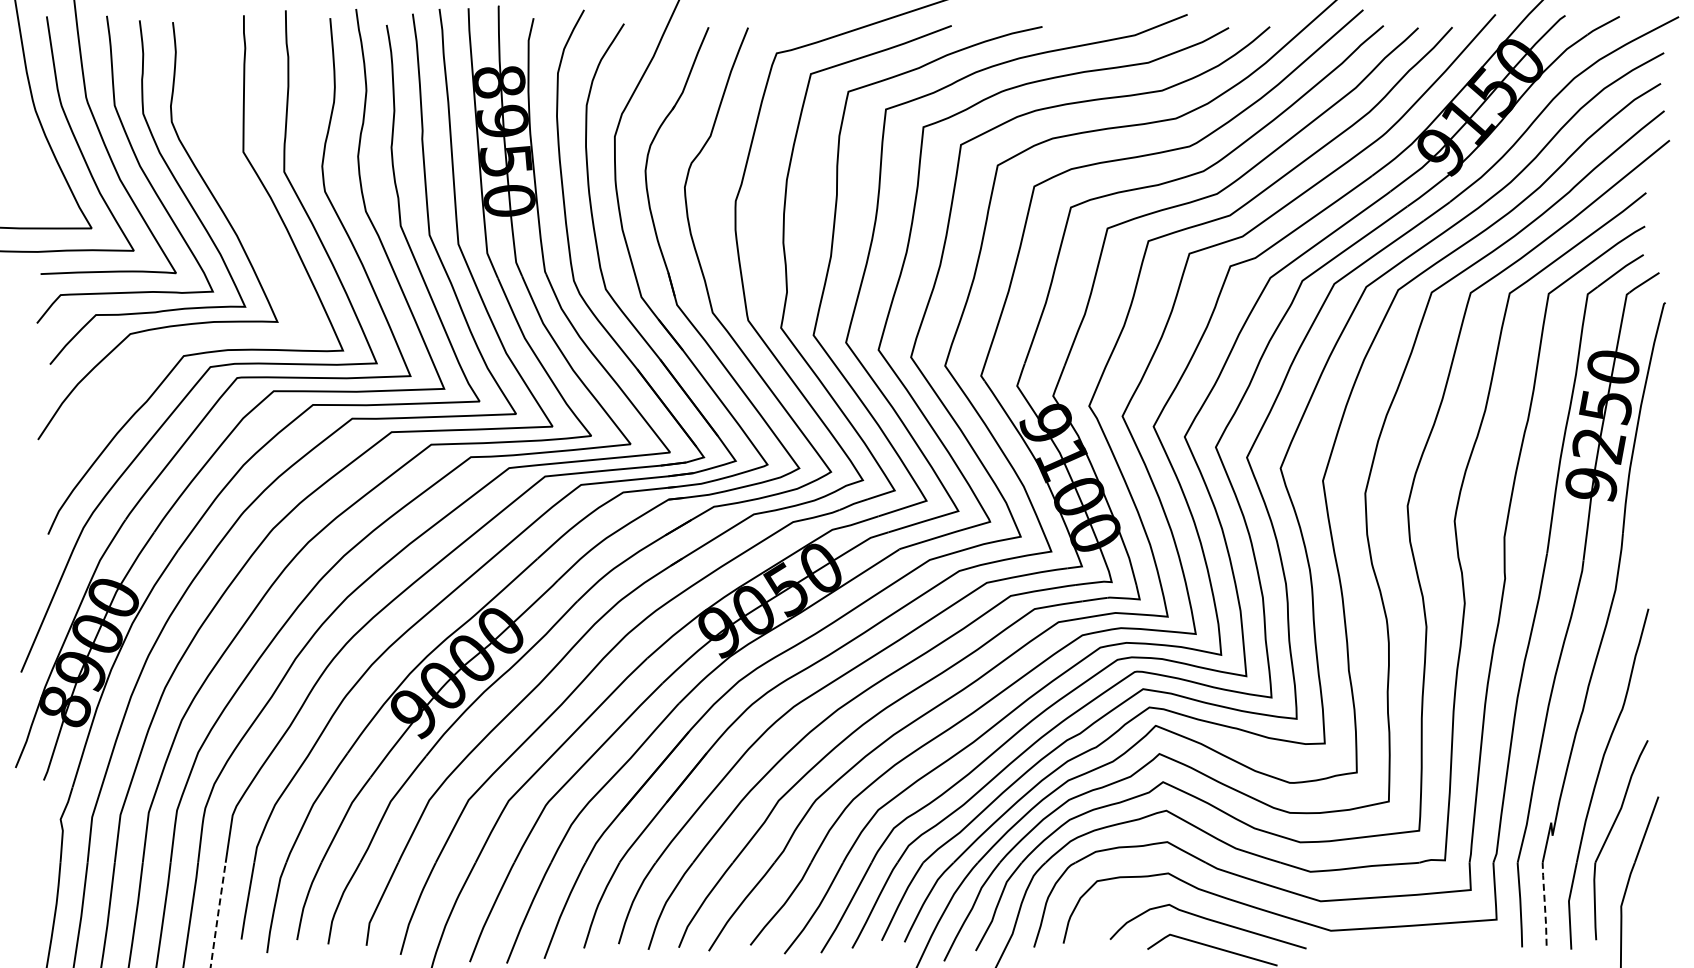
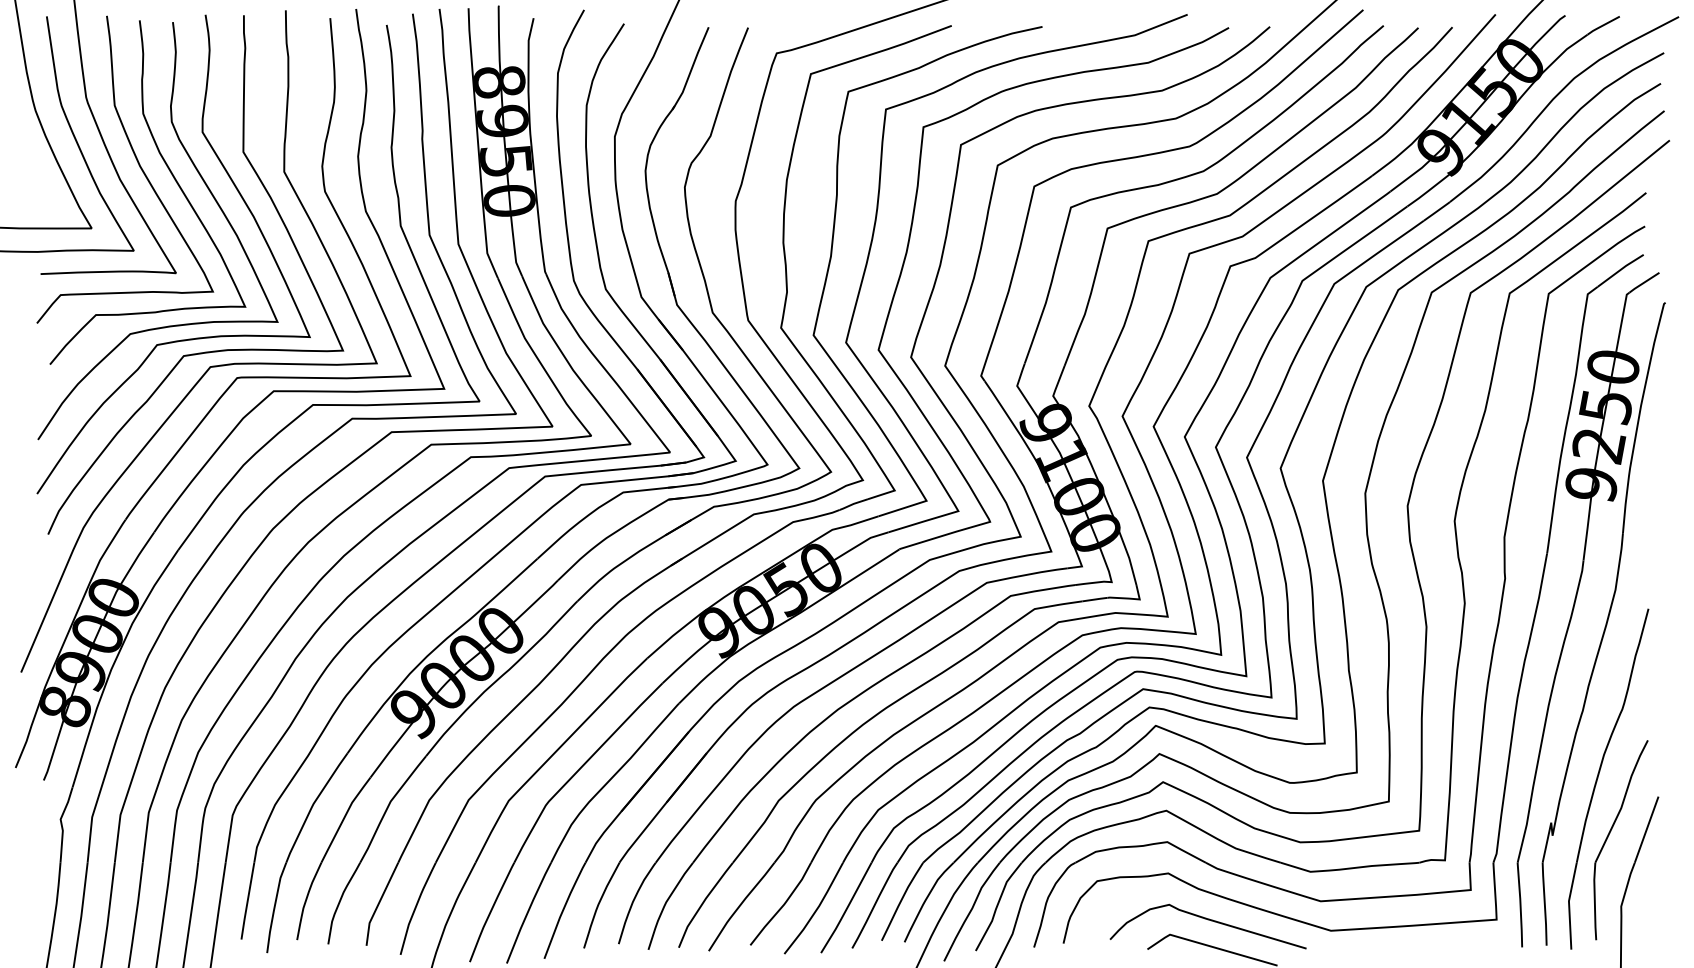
curve at (188, 338): none -> present
line at (1544, 903): dashed -> solid
line at (218, 914): dashed -> solid
